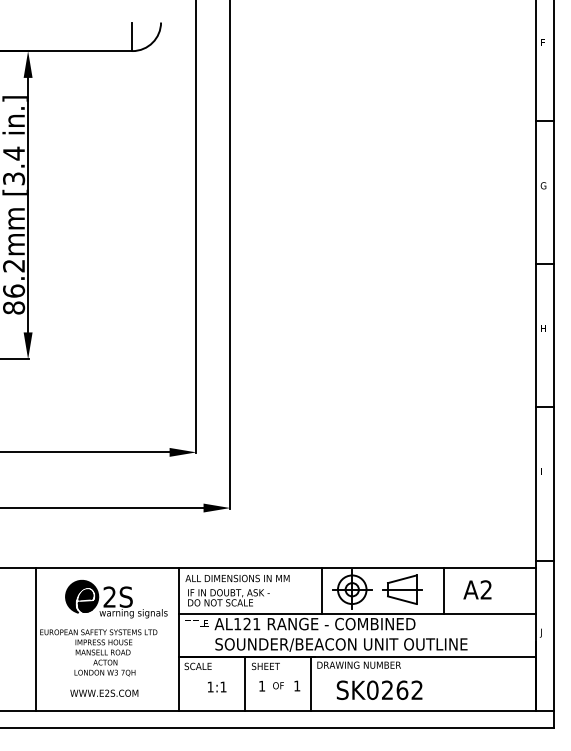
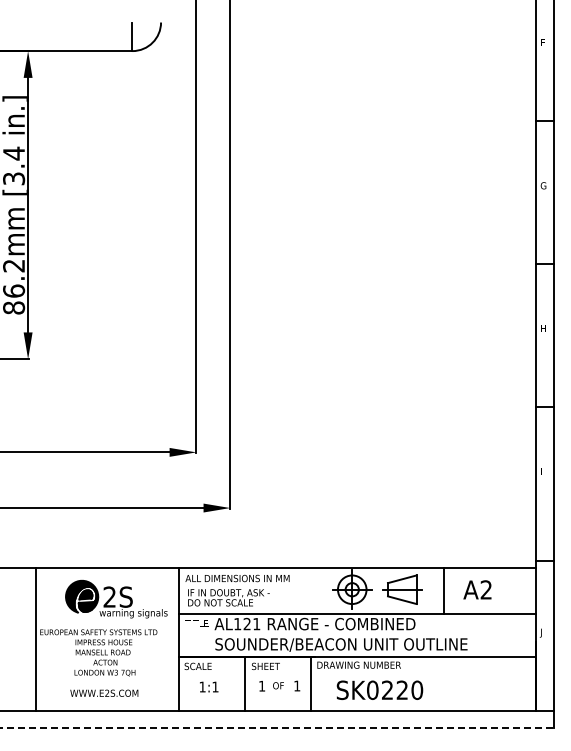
line at (322, 590): present -> none
text at (217, 686) position: (217, 686) -> (209, 686)
text at (409, 689): SK0262 -> SK0220
line at (277, 728): solid -> dashed
